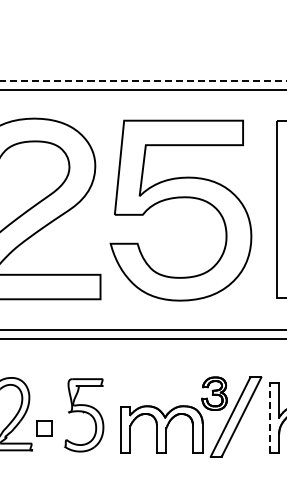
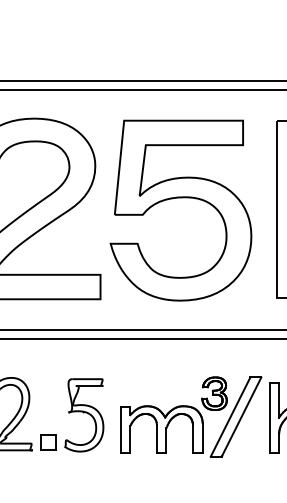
line at (143, 80): dashed -> solid
line at (269, 417): dashed -> solid
part at (44, 428) position: (44, 428) -> (48, 442)
